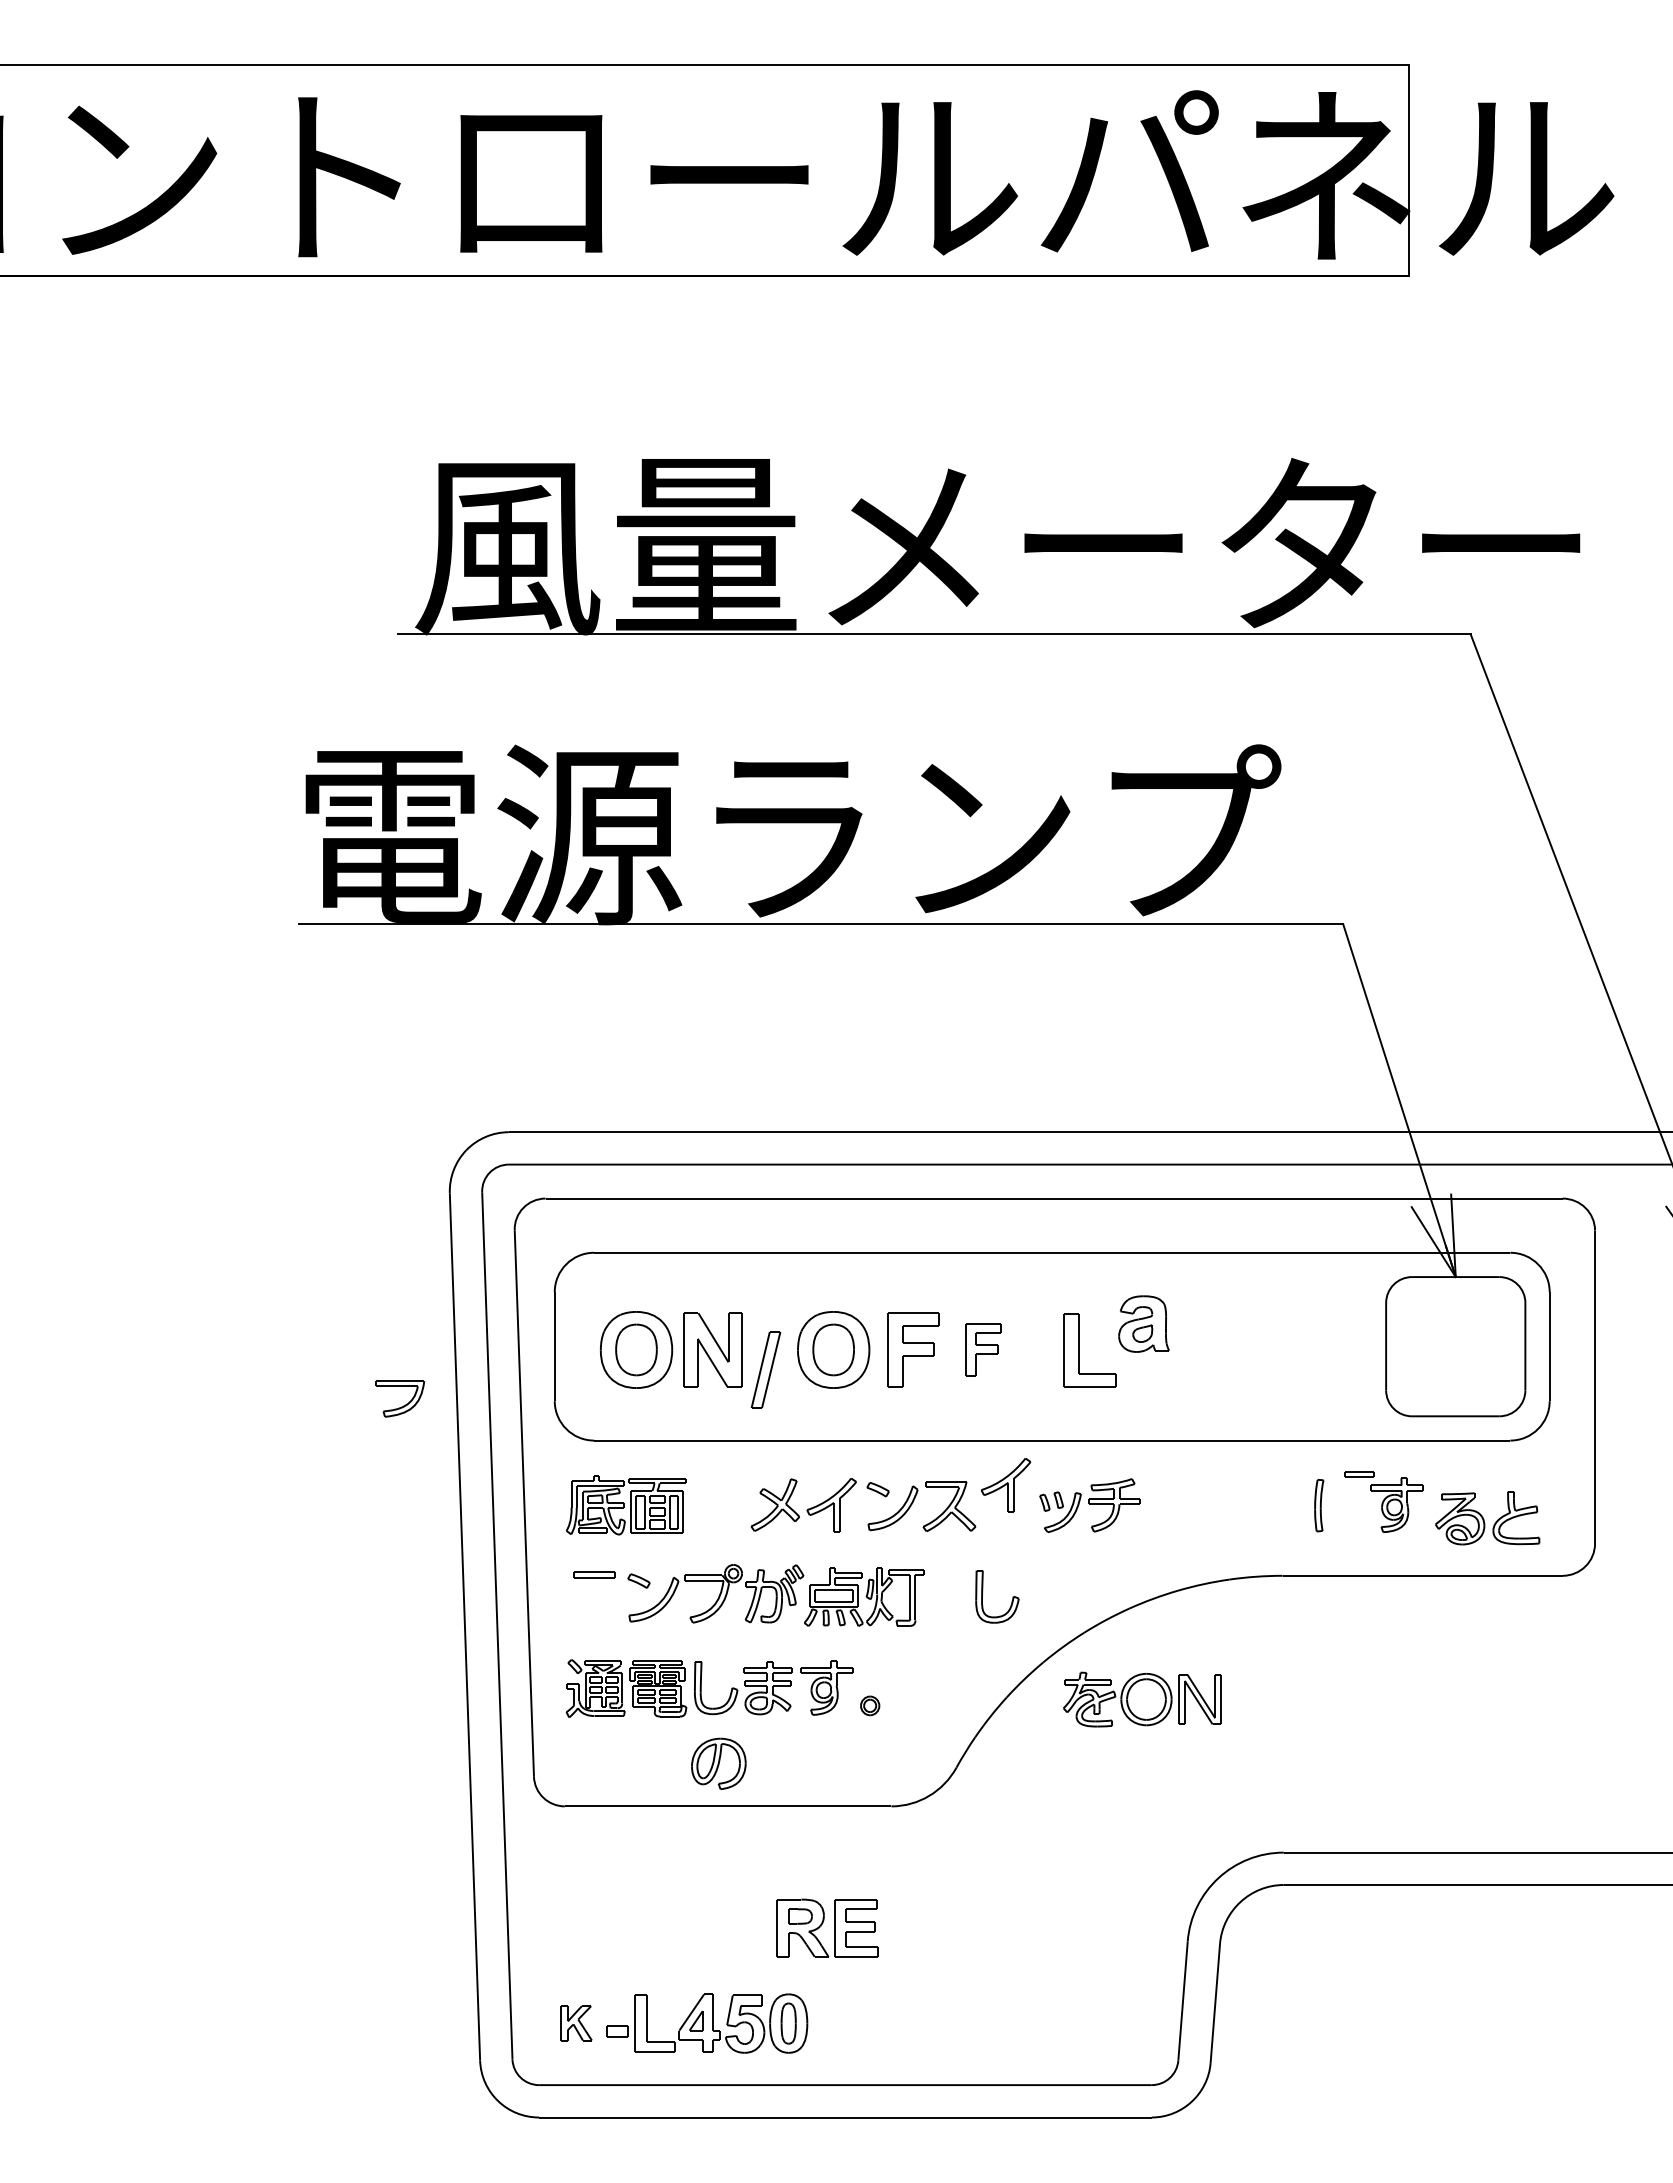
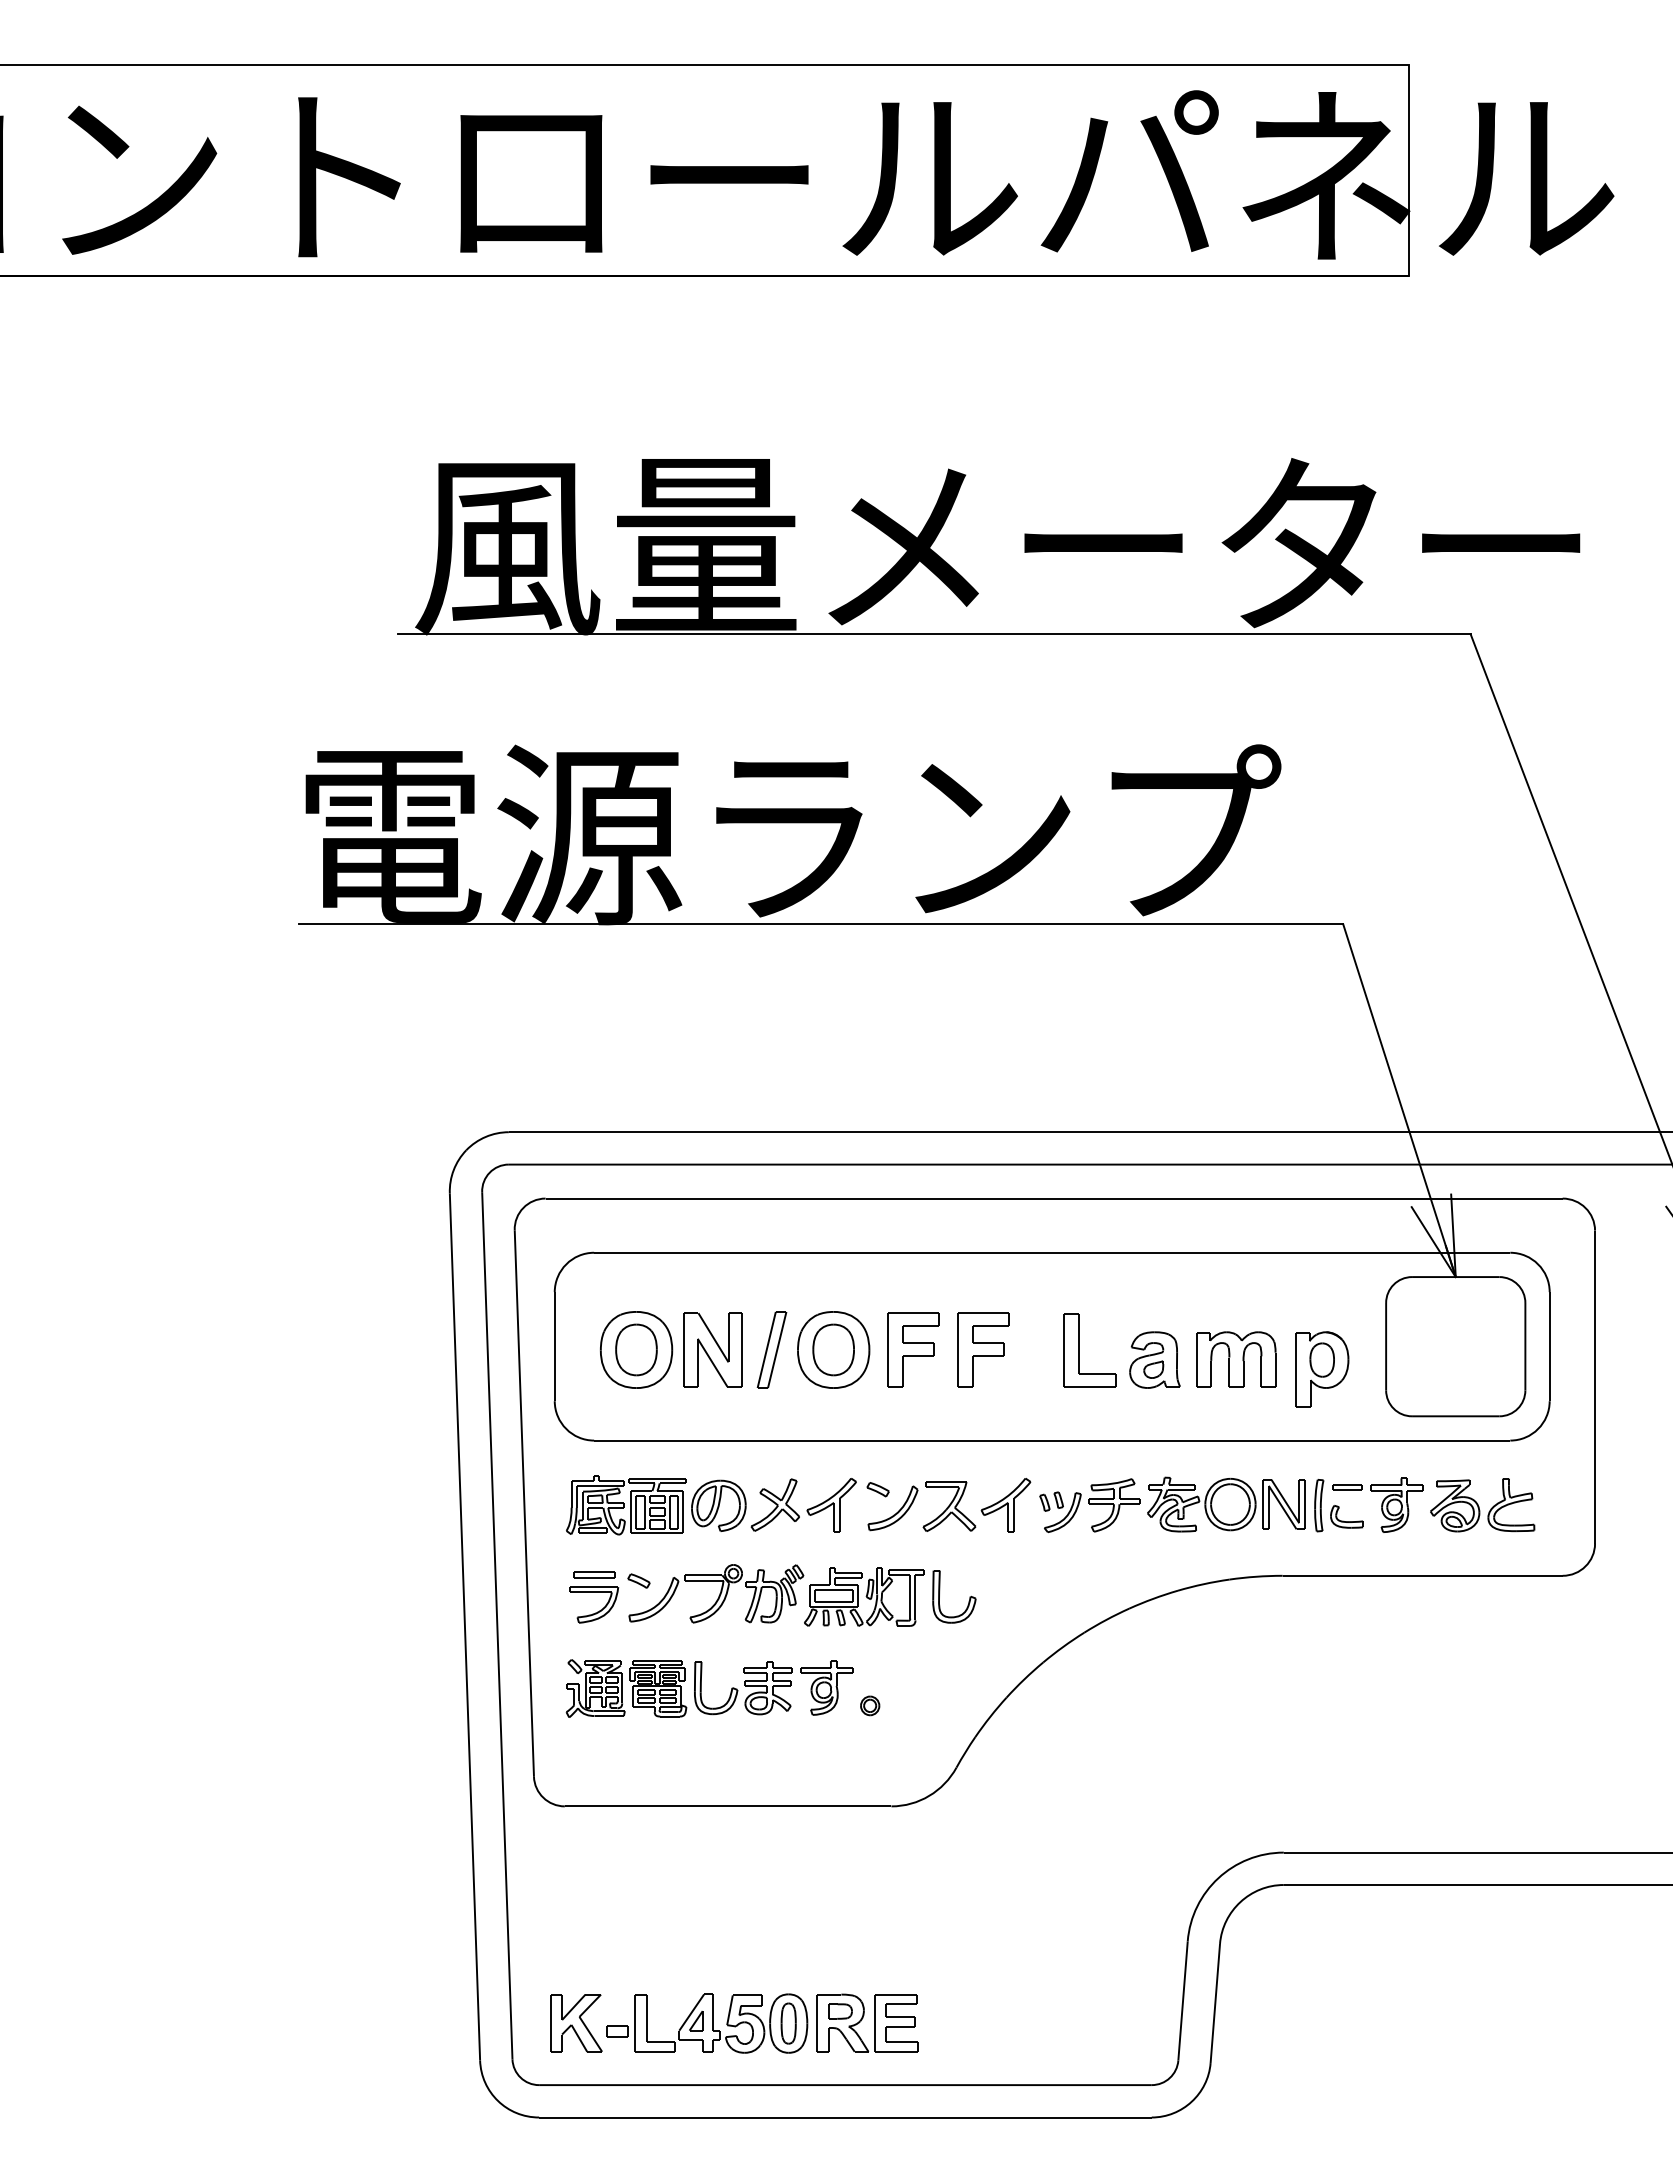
part at (1143, 1323) position: (1143, 1323) -> (1154, 1359)
part at (983, 1349) size: 37x54 px -> 53x76 px
part at (1236, 1359): none -> present
part at (765, 1369) position: (765, 1369) -> (771, 1349)
part at (1322, 1369): none -> present
part at (403, 1405) position: (403, 1405) -> (597, 1611)
part at (1359, 1474) position: (1359, 1474) -> (1347, 1487)
part at (1005, 1485) position: (1005, 1485) -> (1005, 1505)
part at (1346, 1516): none -> present
part at (1487, 1518) position: (1487, 1518) -> (1482, 1505)
part at (983, 1591) position: (983, 1591) -> (940, 1591)
part at (1142, 1699) position: (1142, 1699) -> (1226, 1504)
part at (718, 1763) position: (718, 1763) -> (718, 1505)
part at (827, 1927) position: (827, 1927) -> (867, 2022)
part at (576, 2023) size: 33x37 px -> 53x59 px
